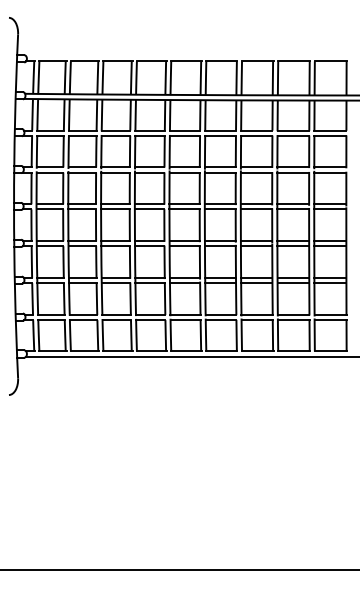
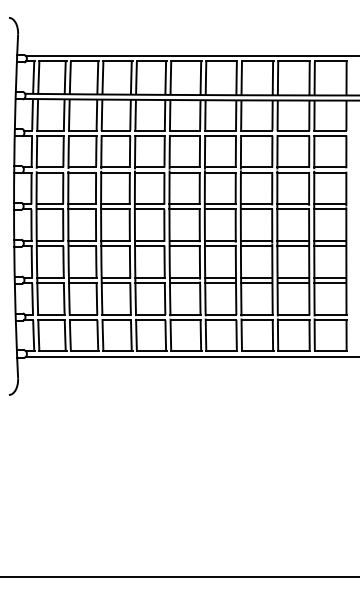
line at (191, 56): none -> present
line at (179, 570) position: (179, 570) -> (179, 577)
